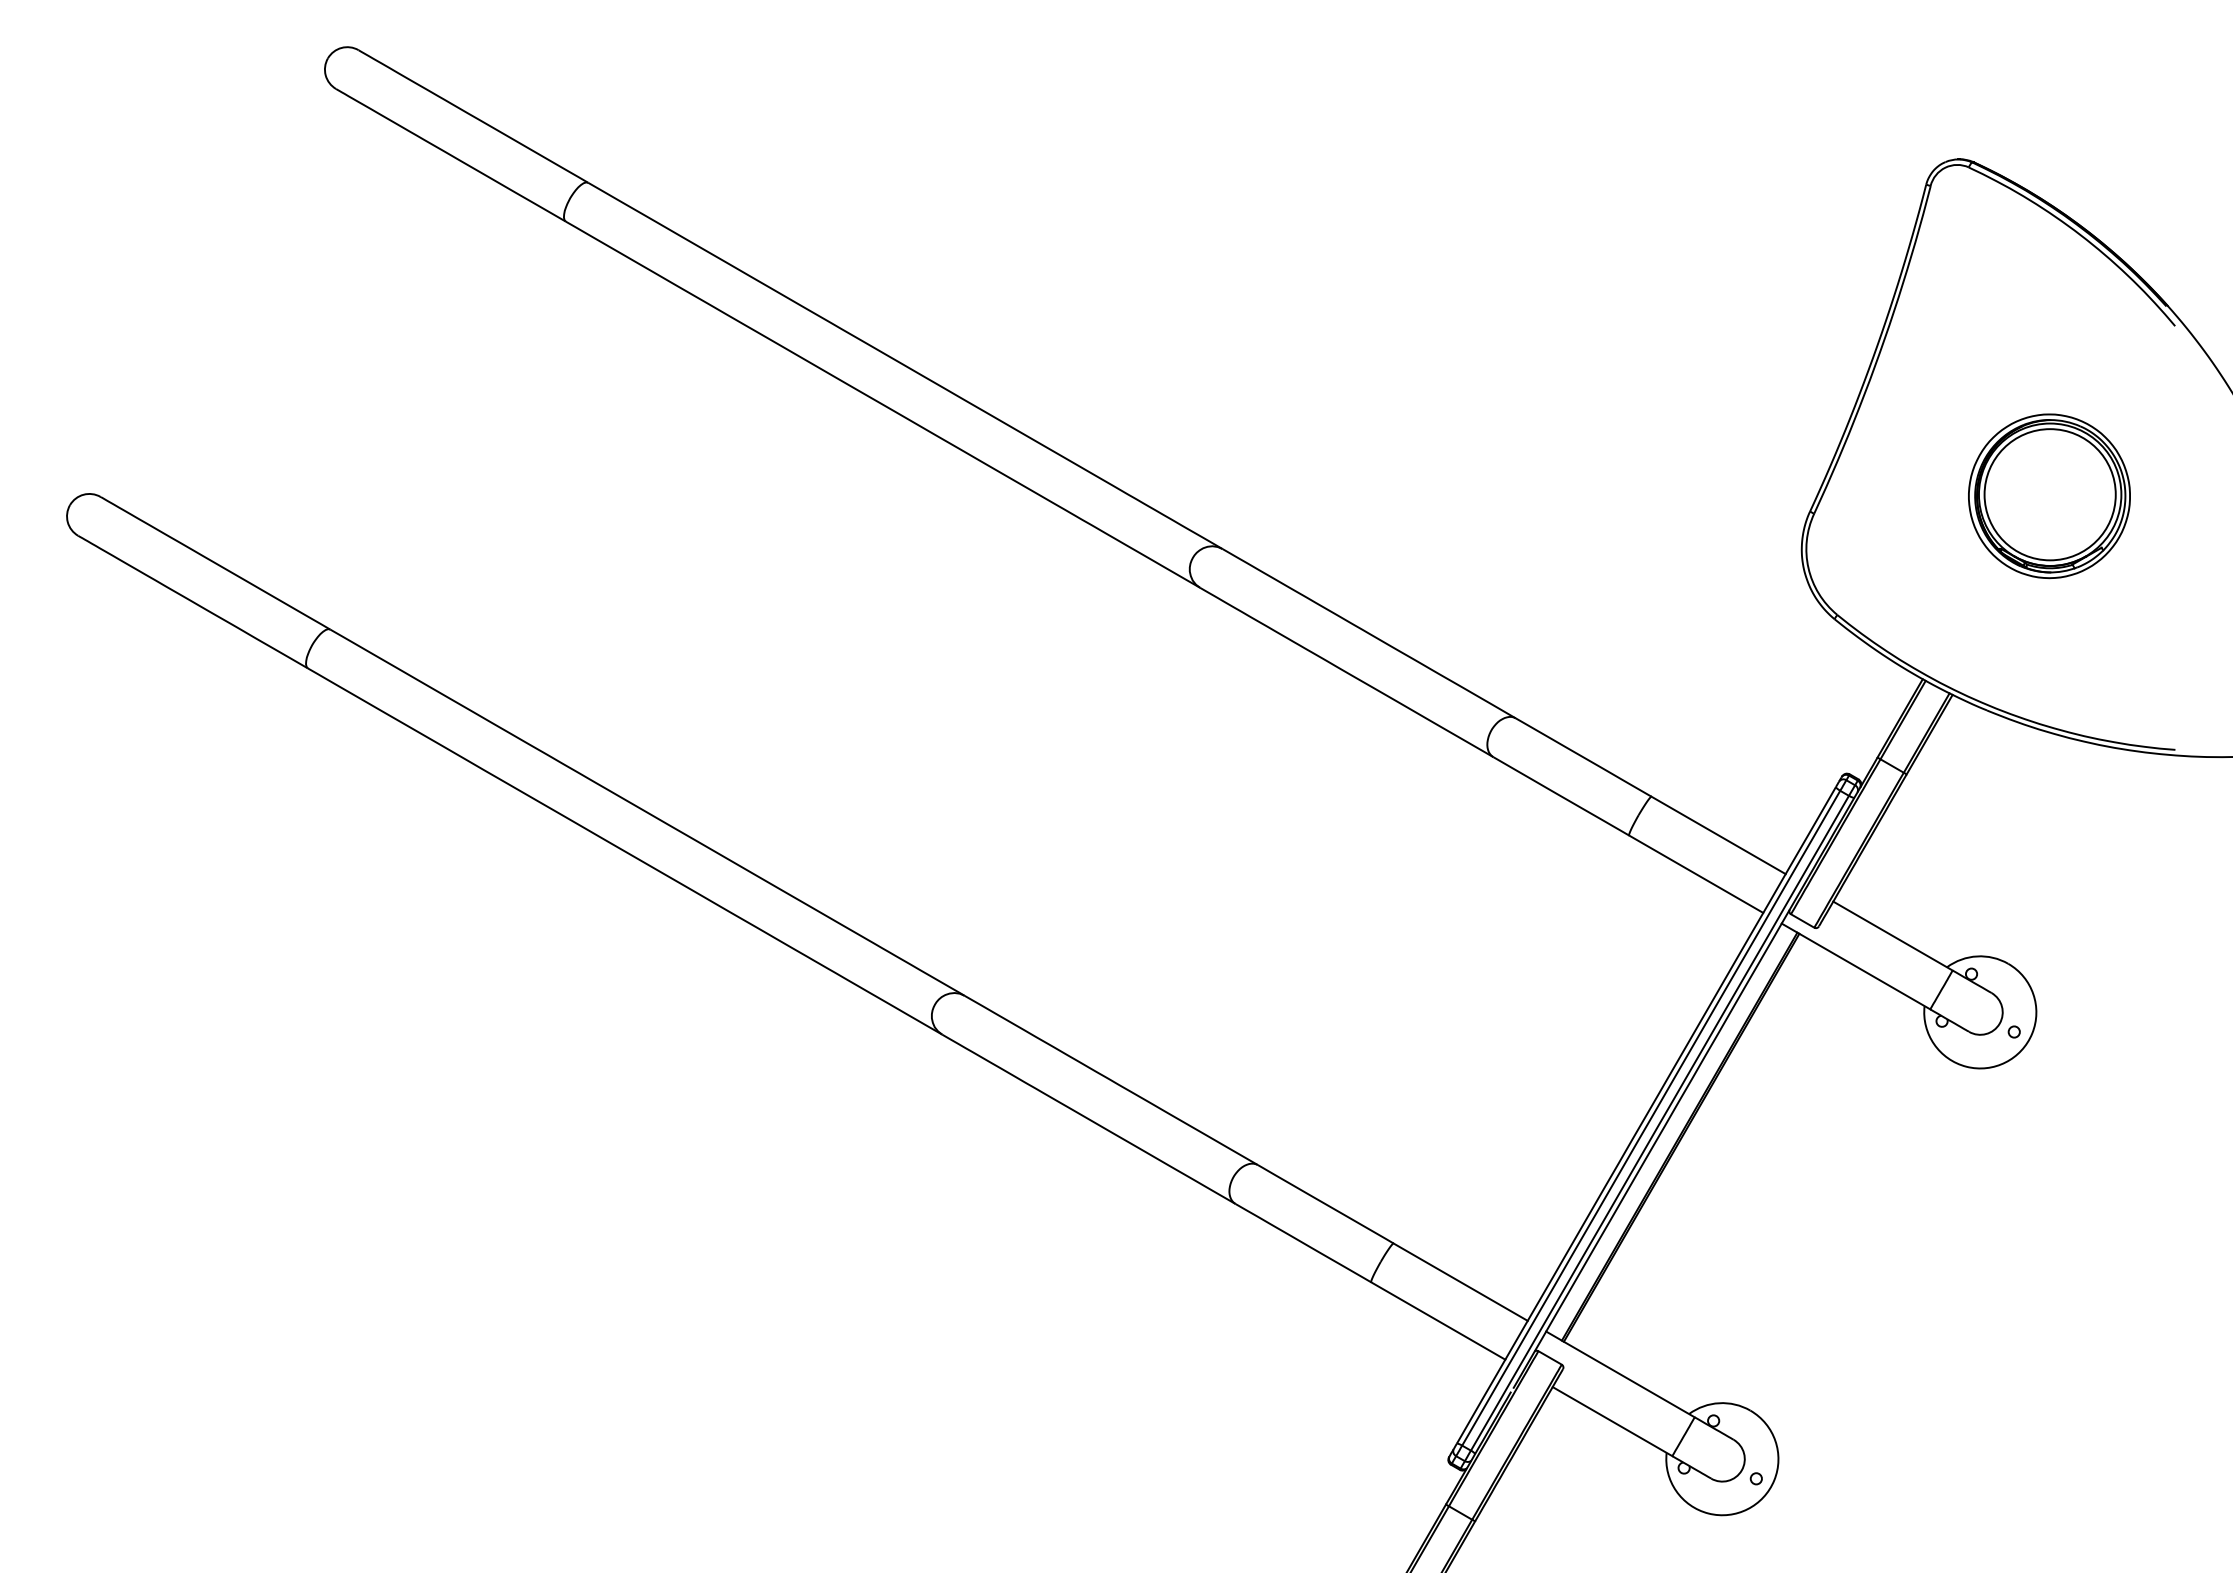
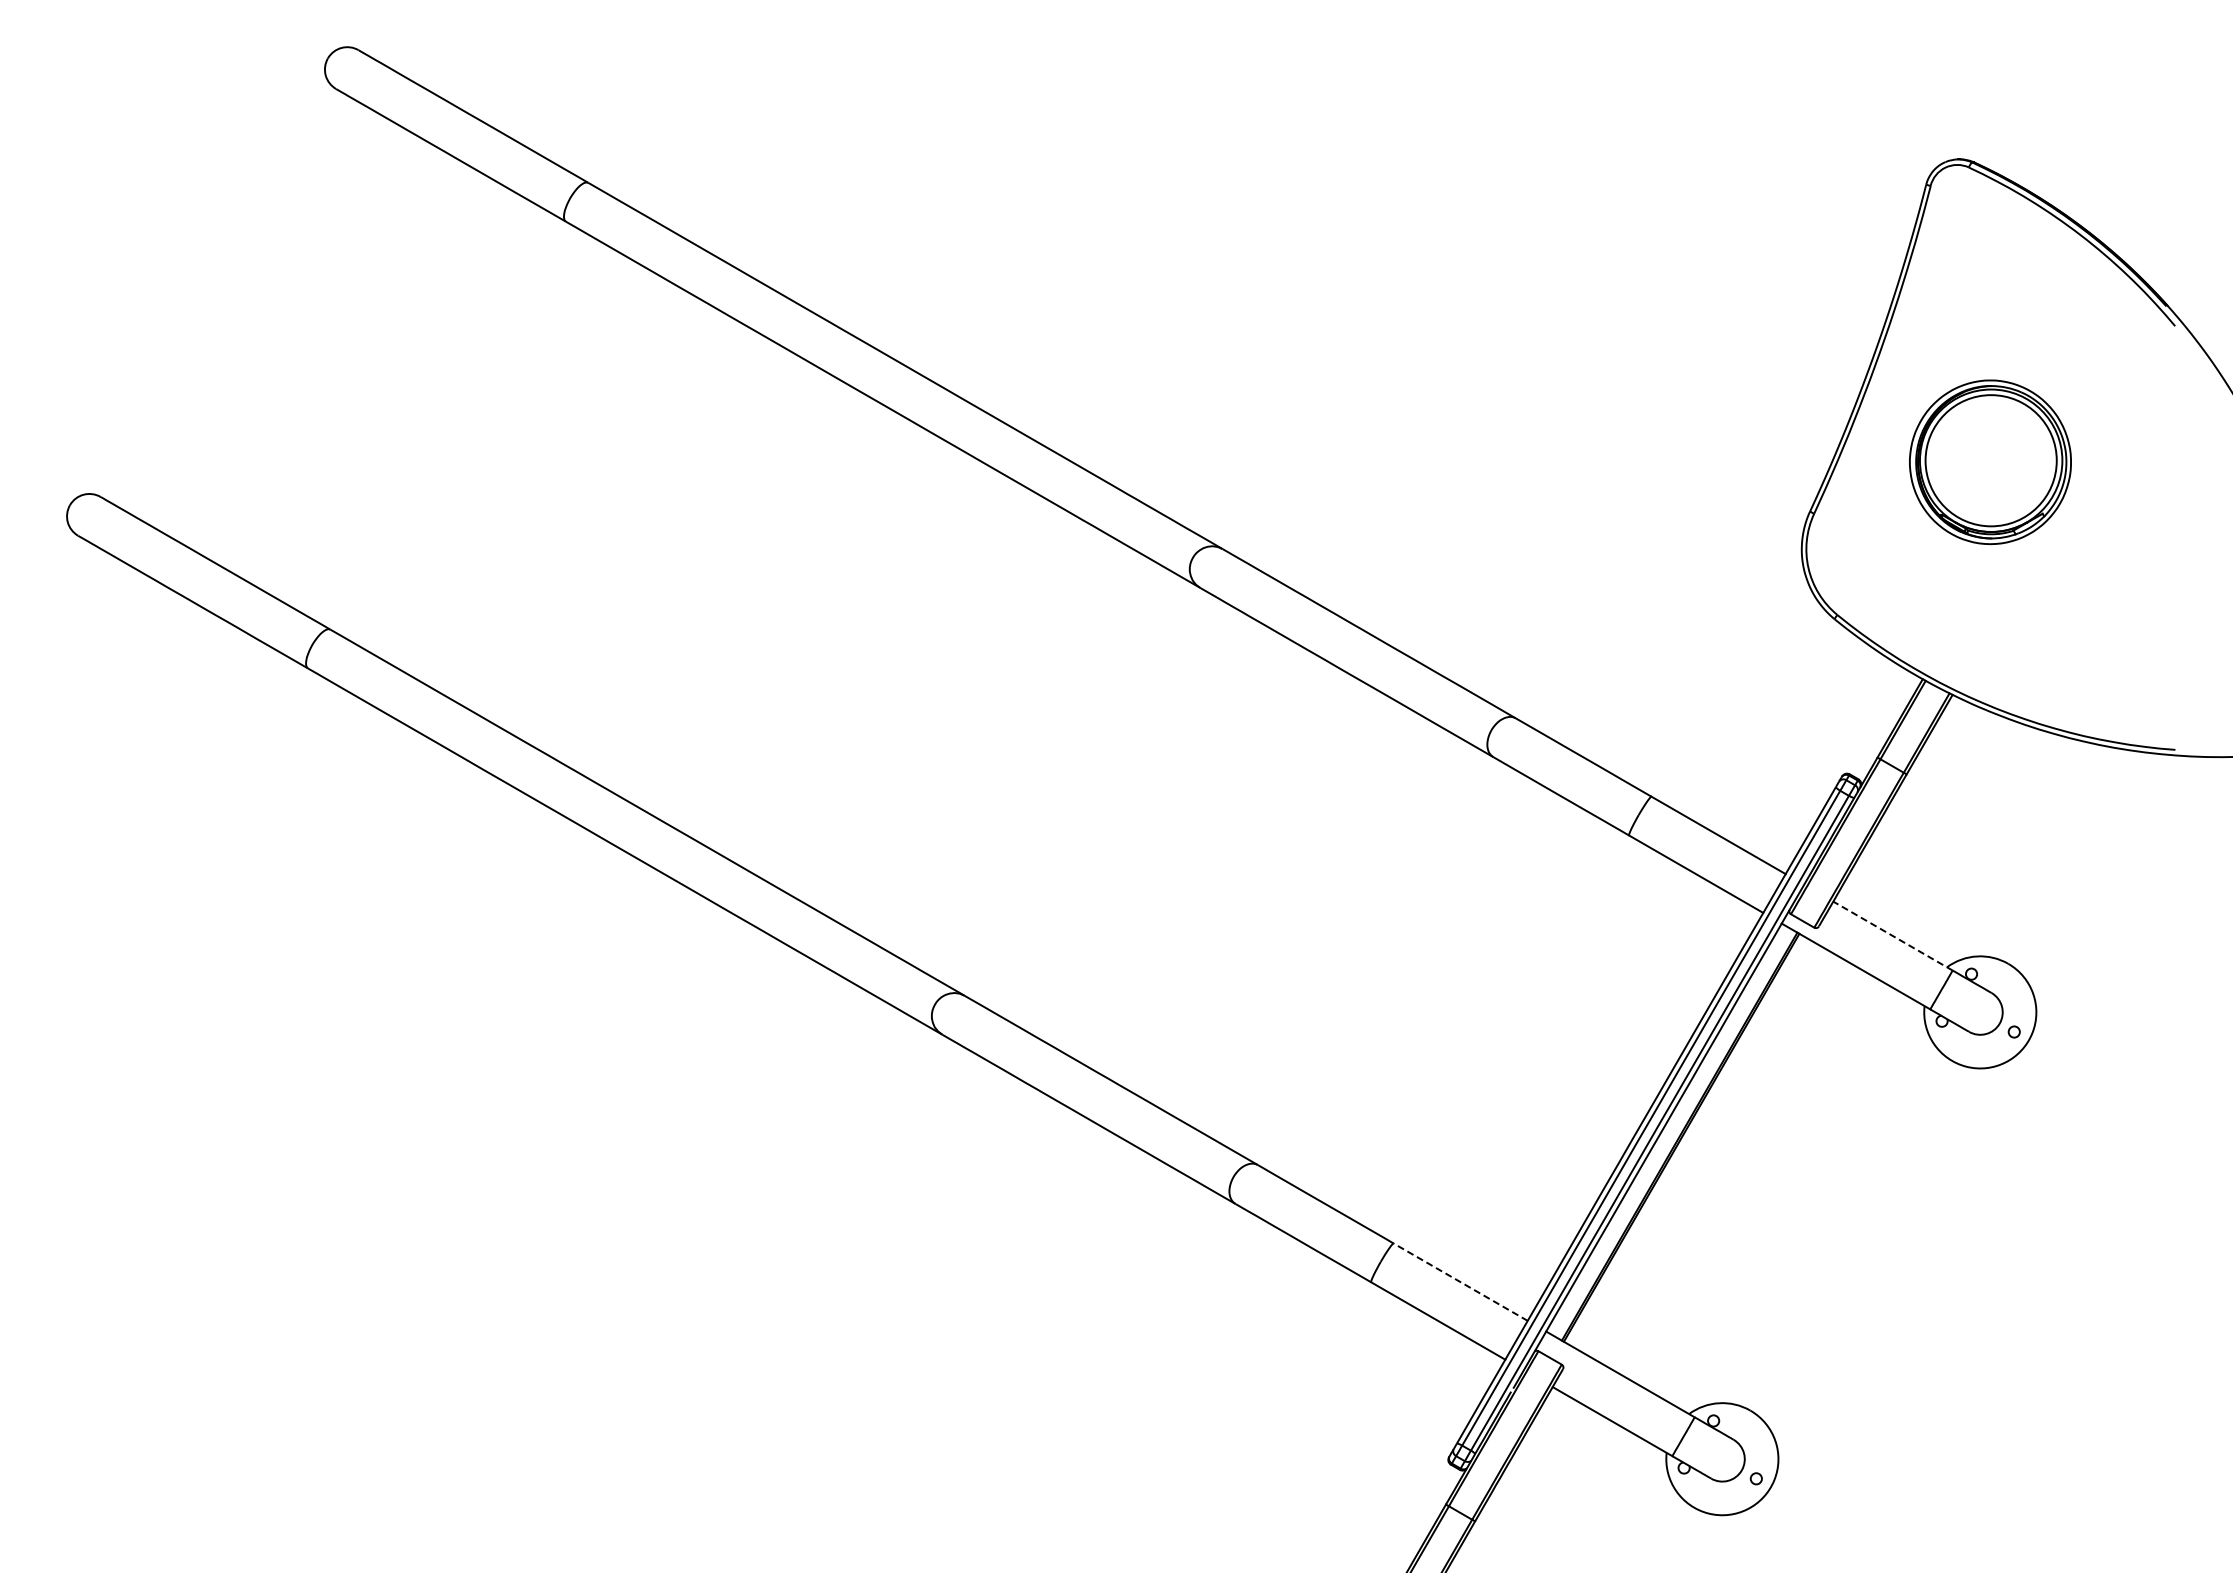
part at (2049, 496) position: (2049, 496) -> (1990, 462)
line at (1893, 936): solid -> dashed
line at (1460, 1281): solid -> dashed
